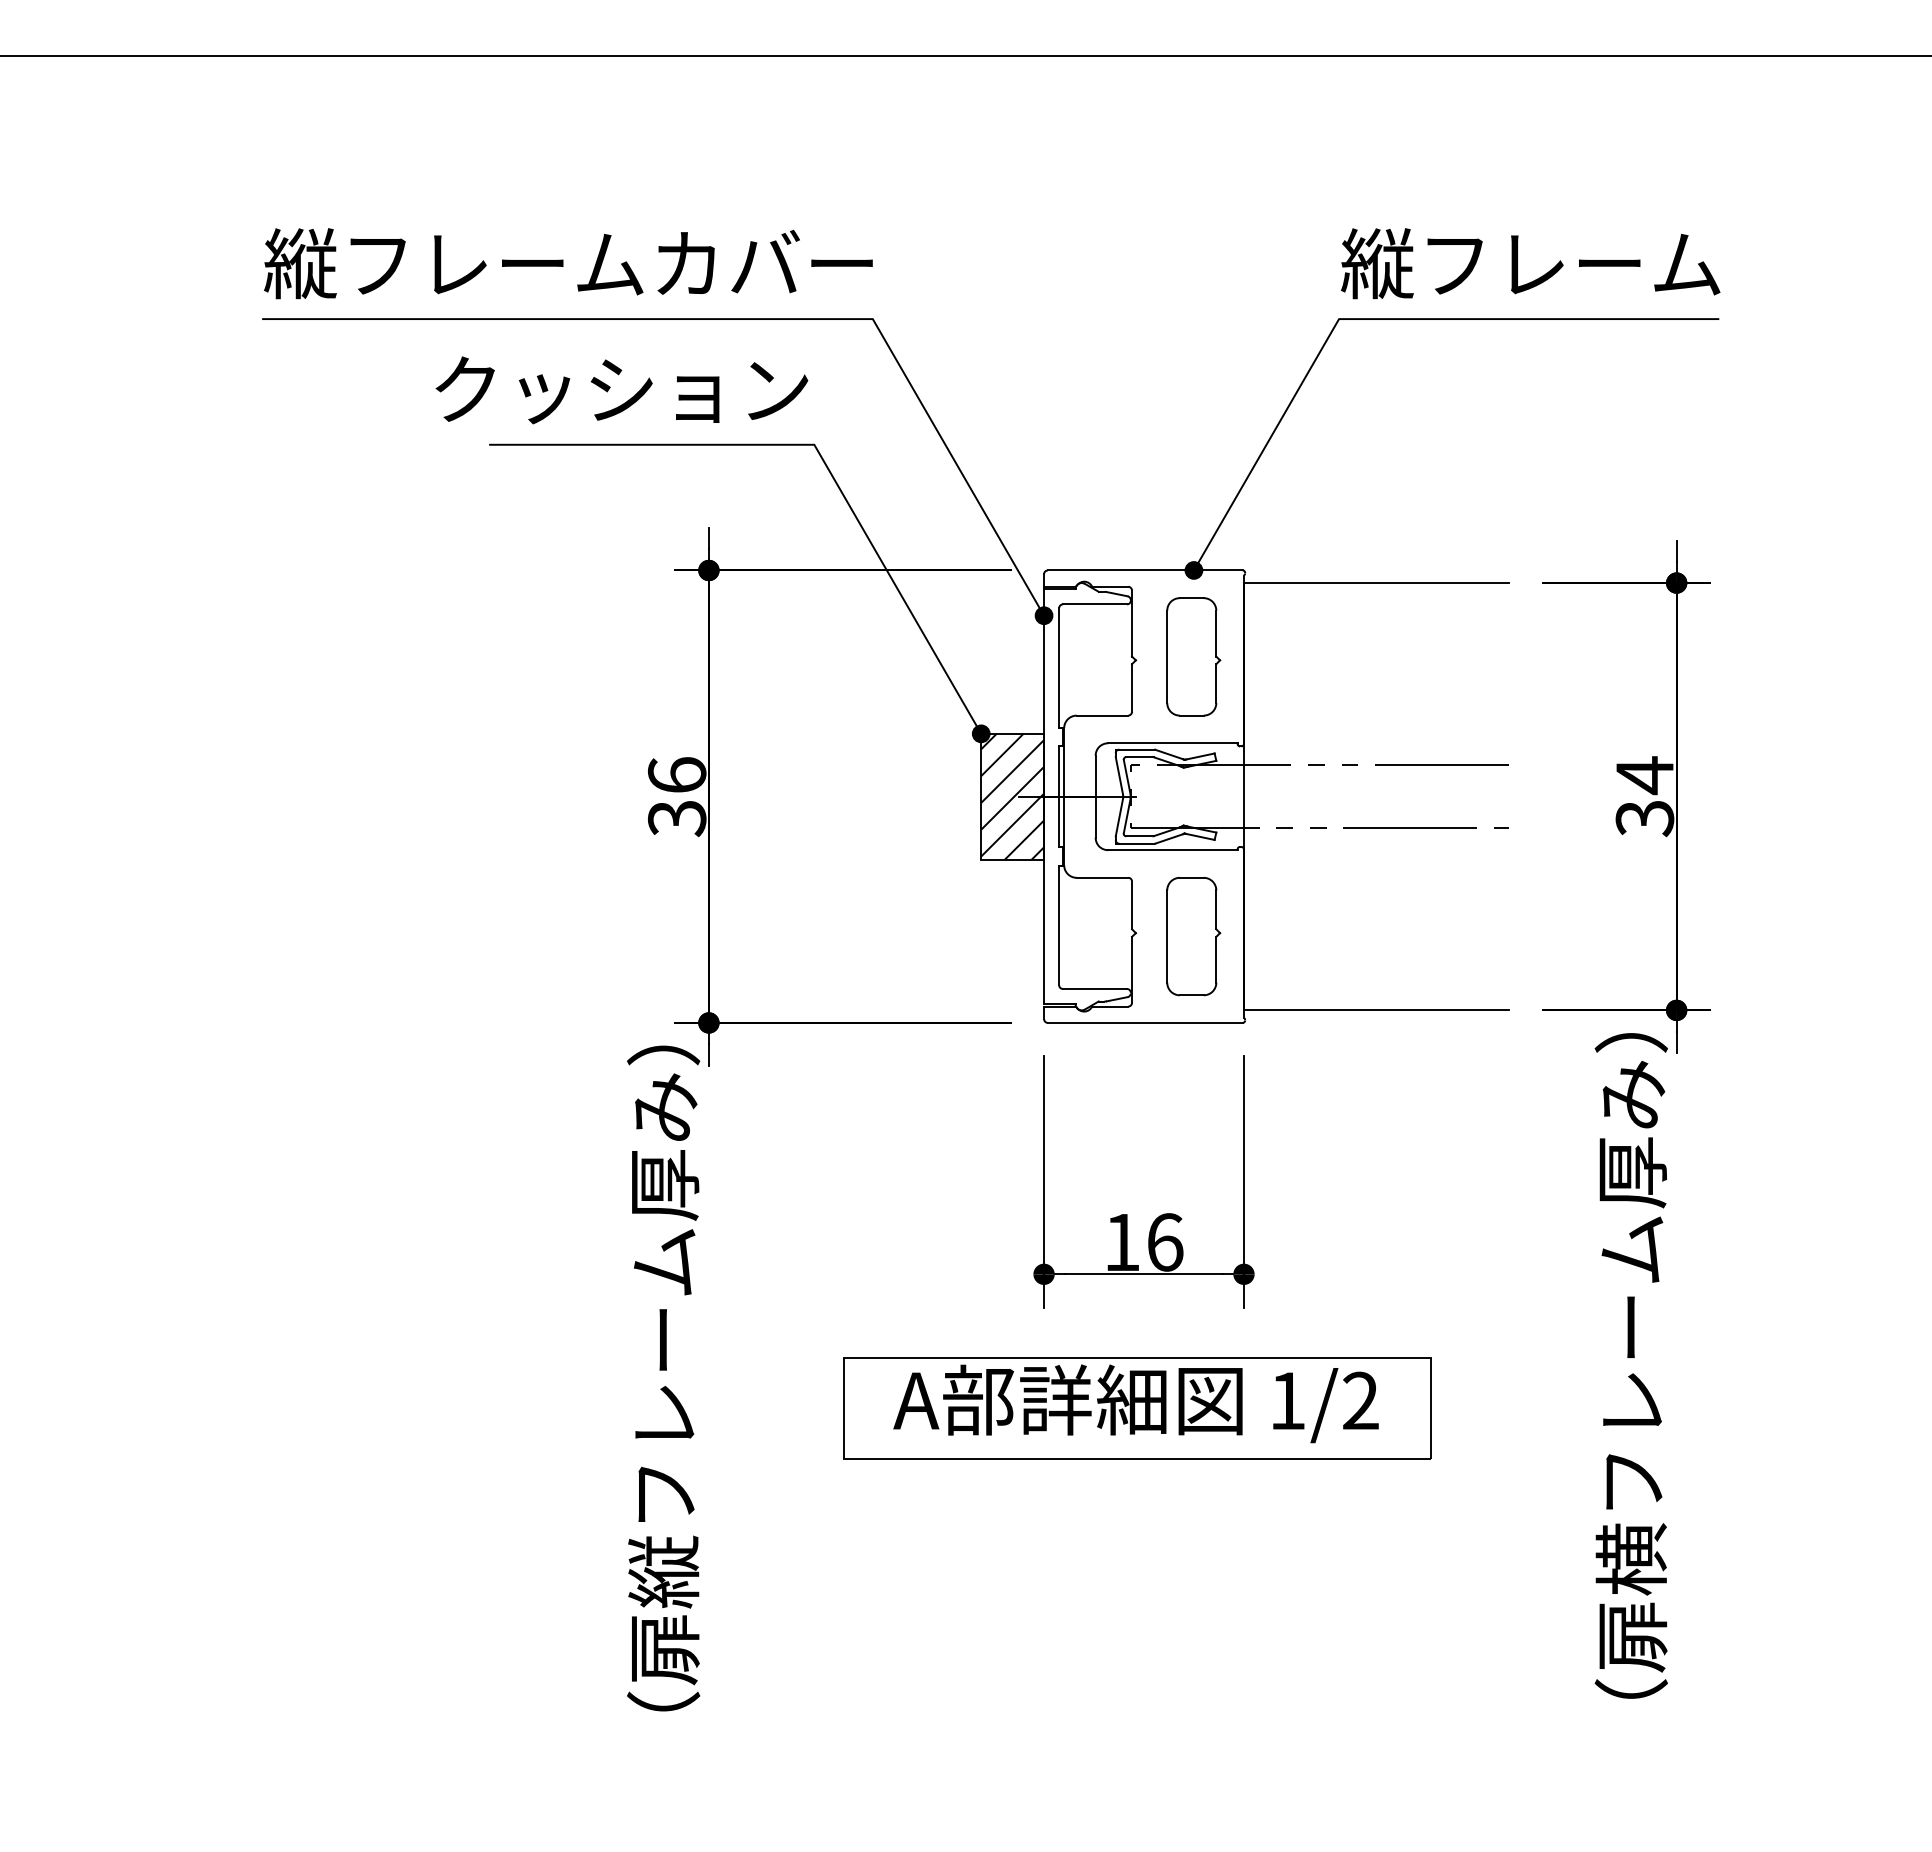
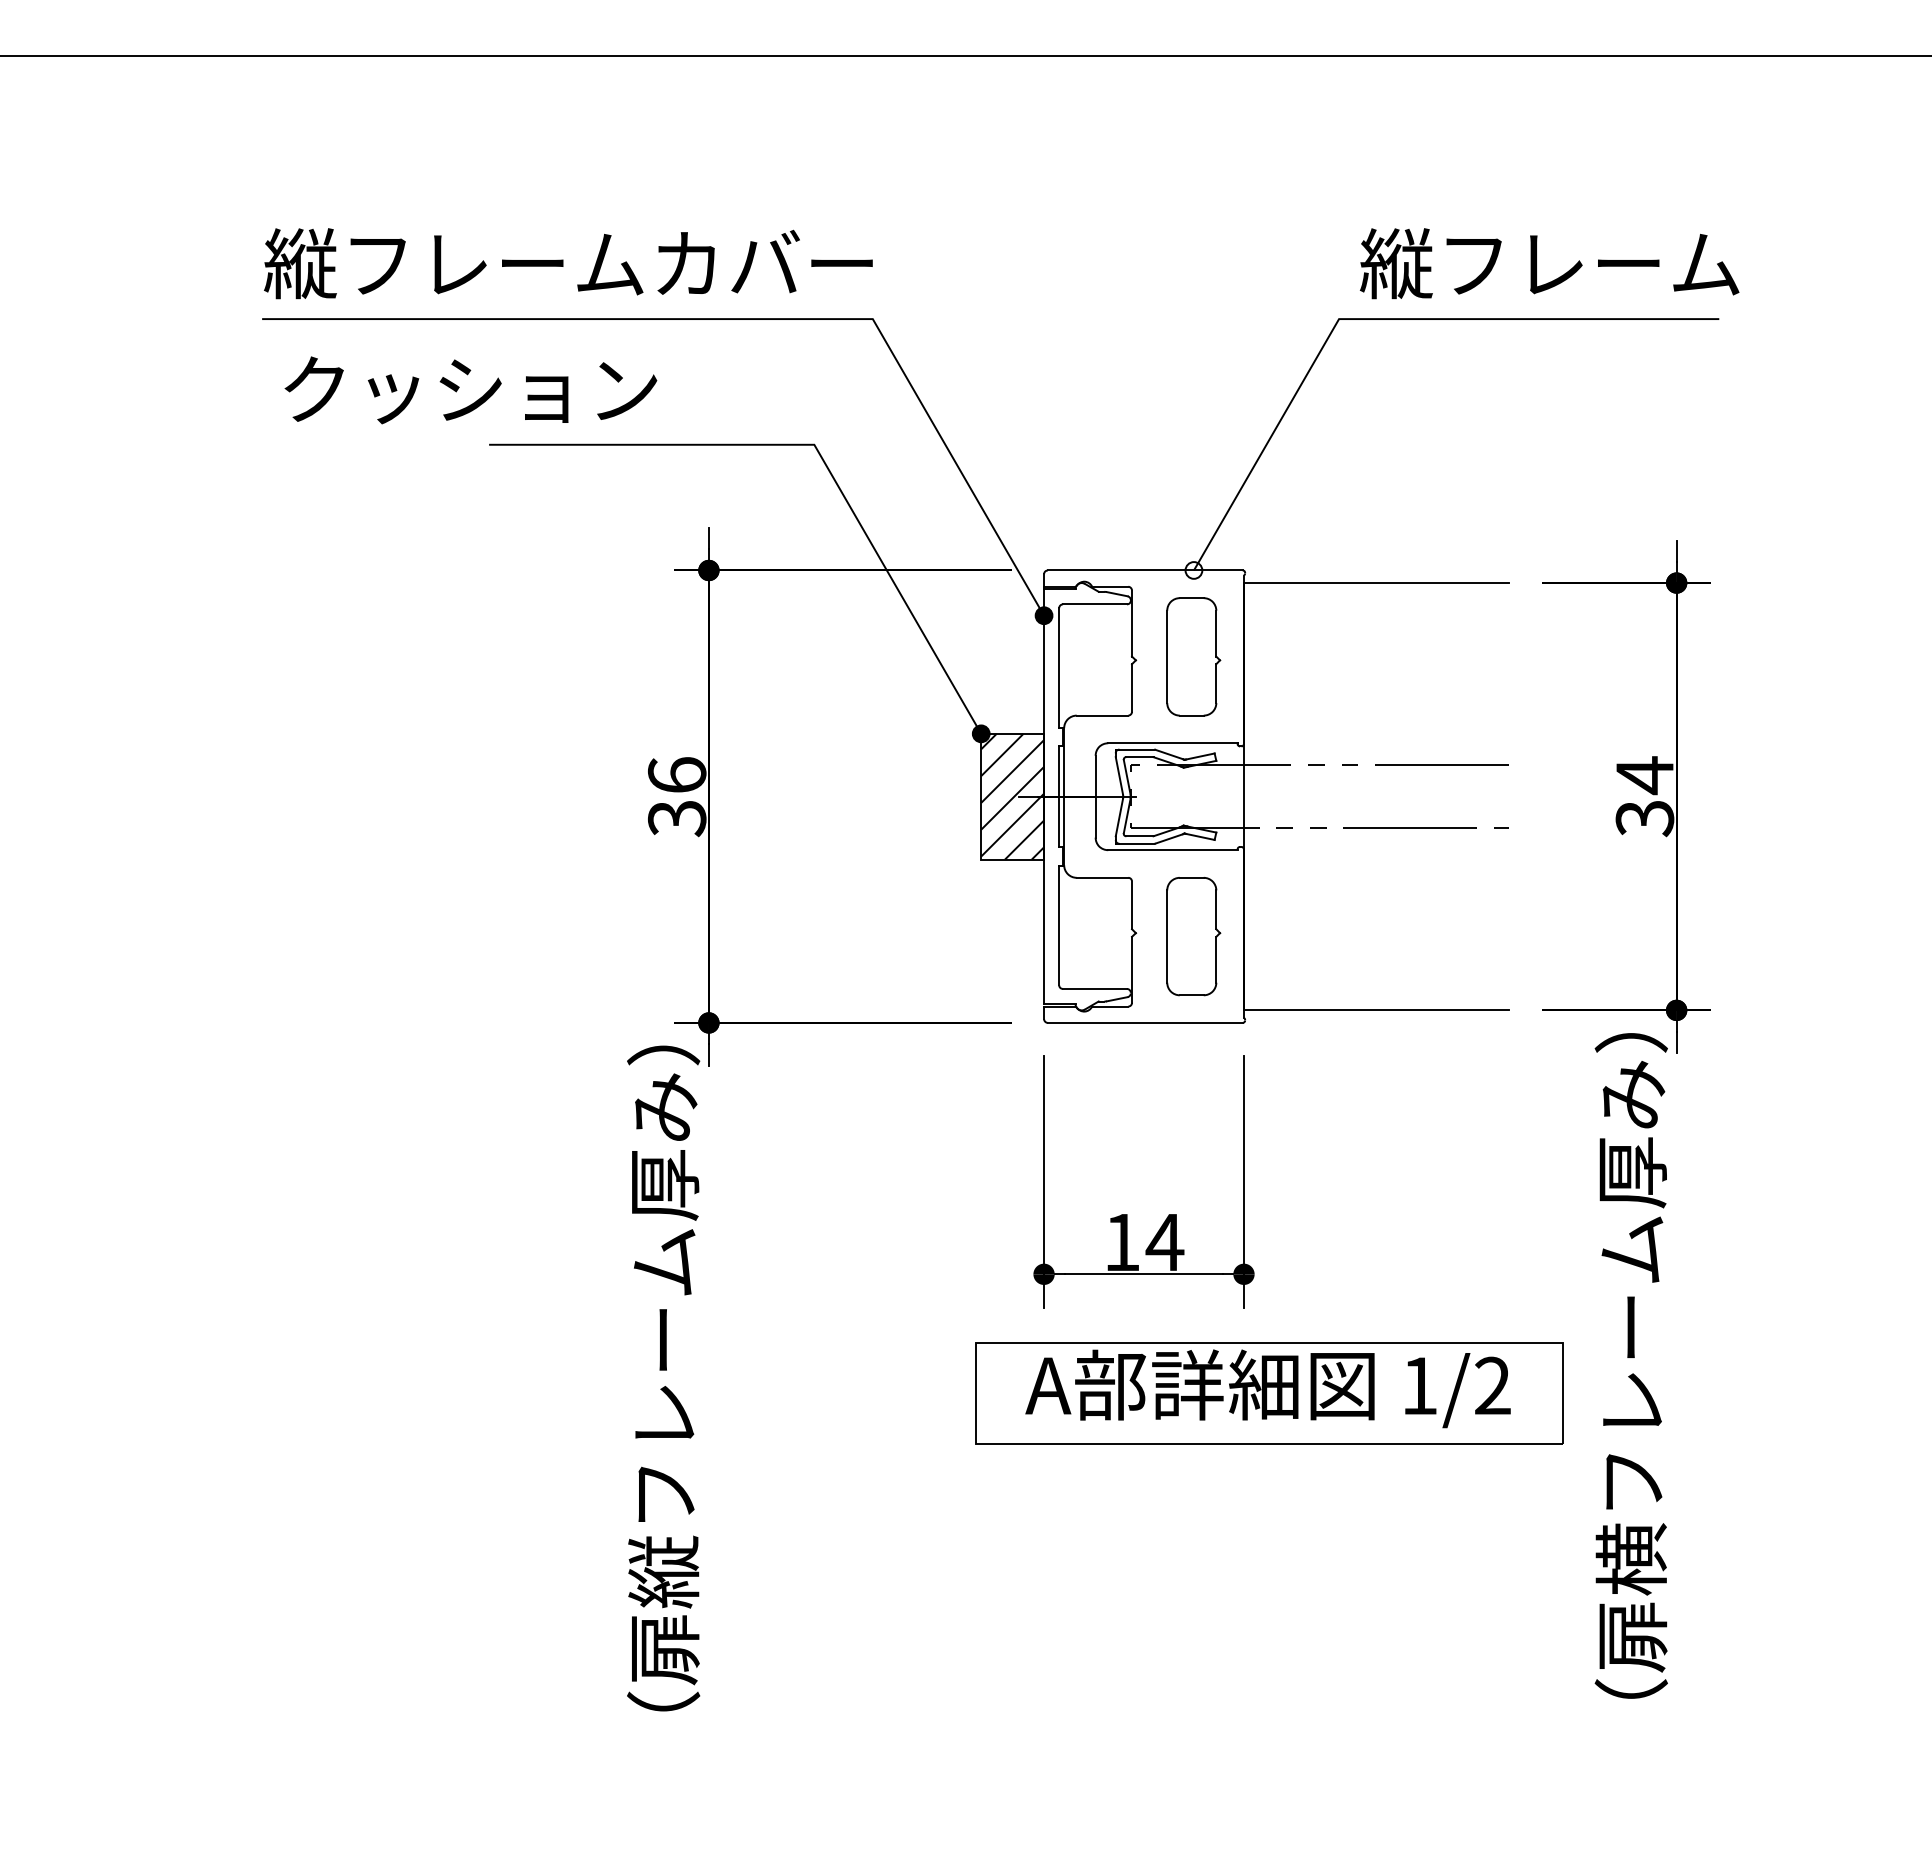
text at (1530, 263) position: (1530, 263) -> (1549, 263)
text at (621, 390) position: (621, 390) -> (470, 390)
fill at (1193, 570): present -> none
text at (1164, 1242): 16 -> 14
part at (1137, 1408) position: (1137, 1408) -> (1269, 1393)
